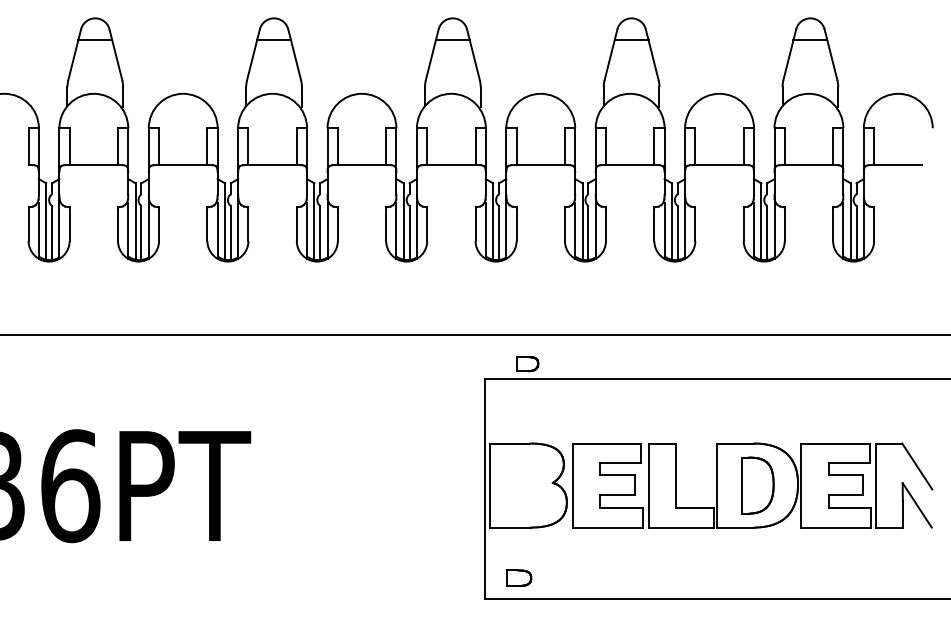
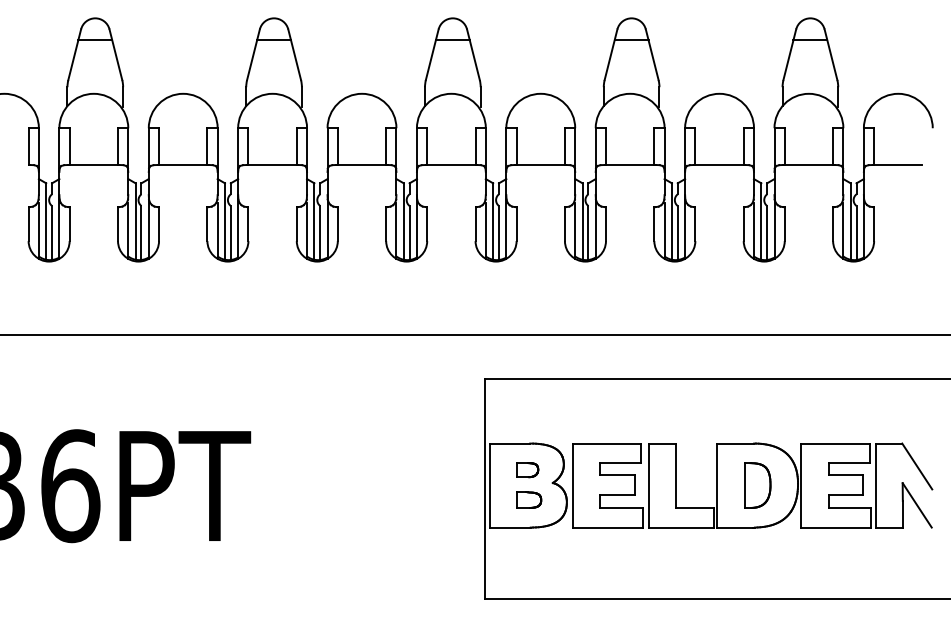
part at (527, 364) position: (527, 364) -> (527, 470)
part at (757, 485) size: 34x59 px -> 28x47 px
part at (519, 577) position: (519, 577) -> (529, 499)
